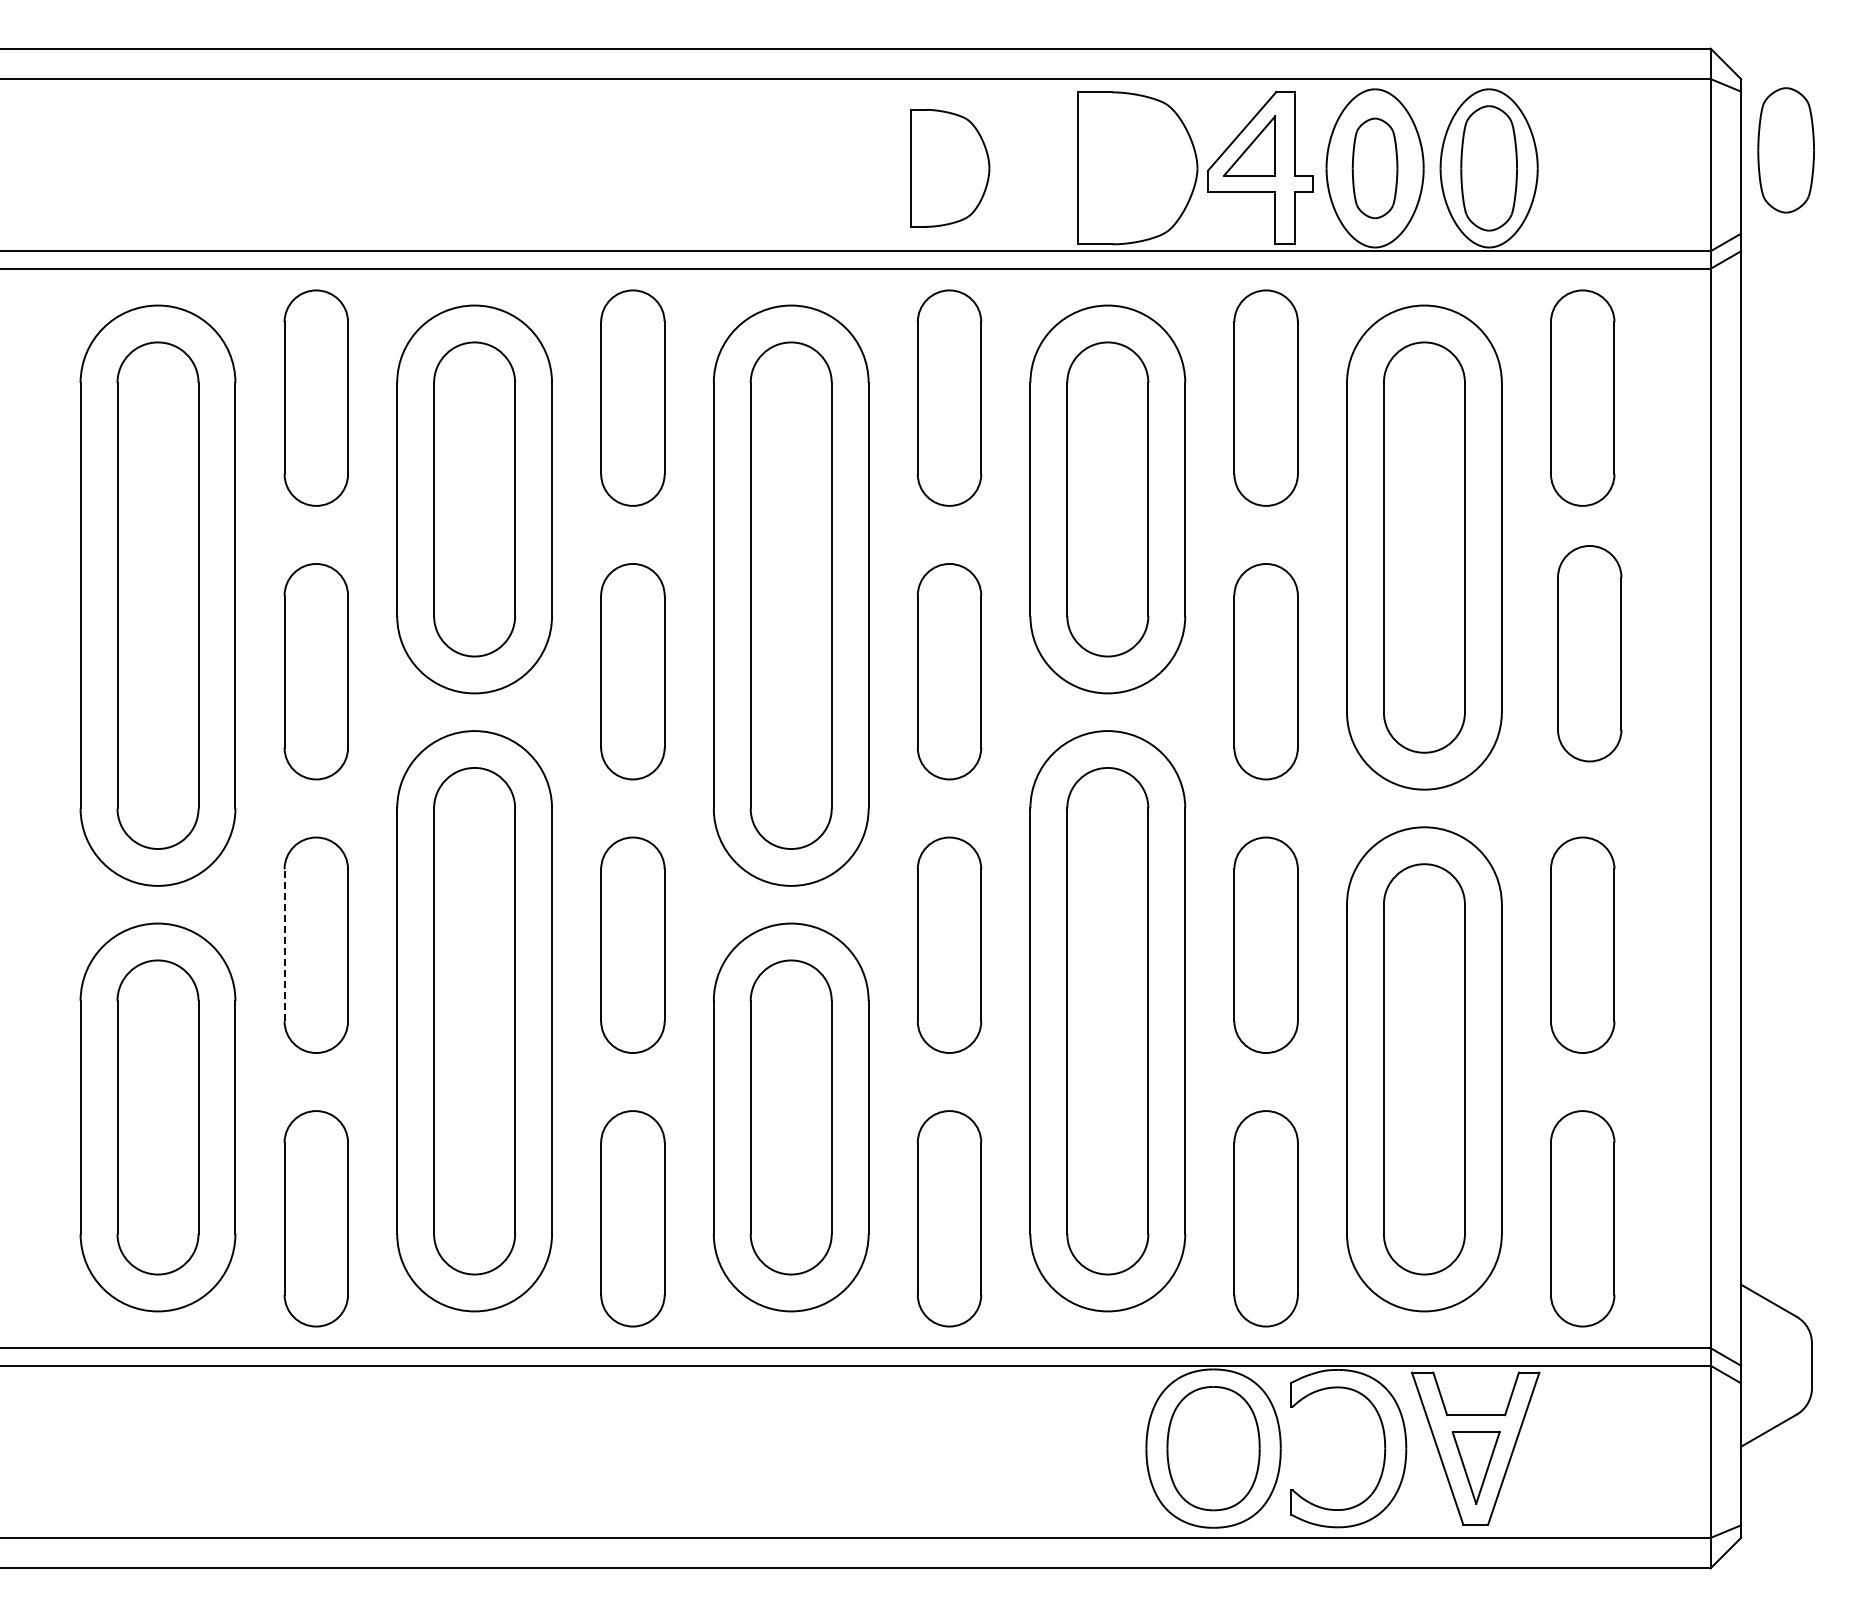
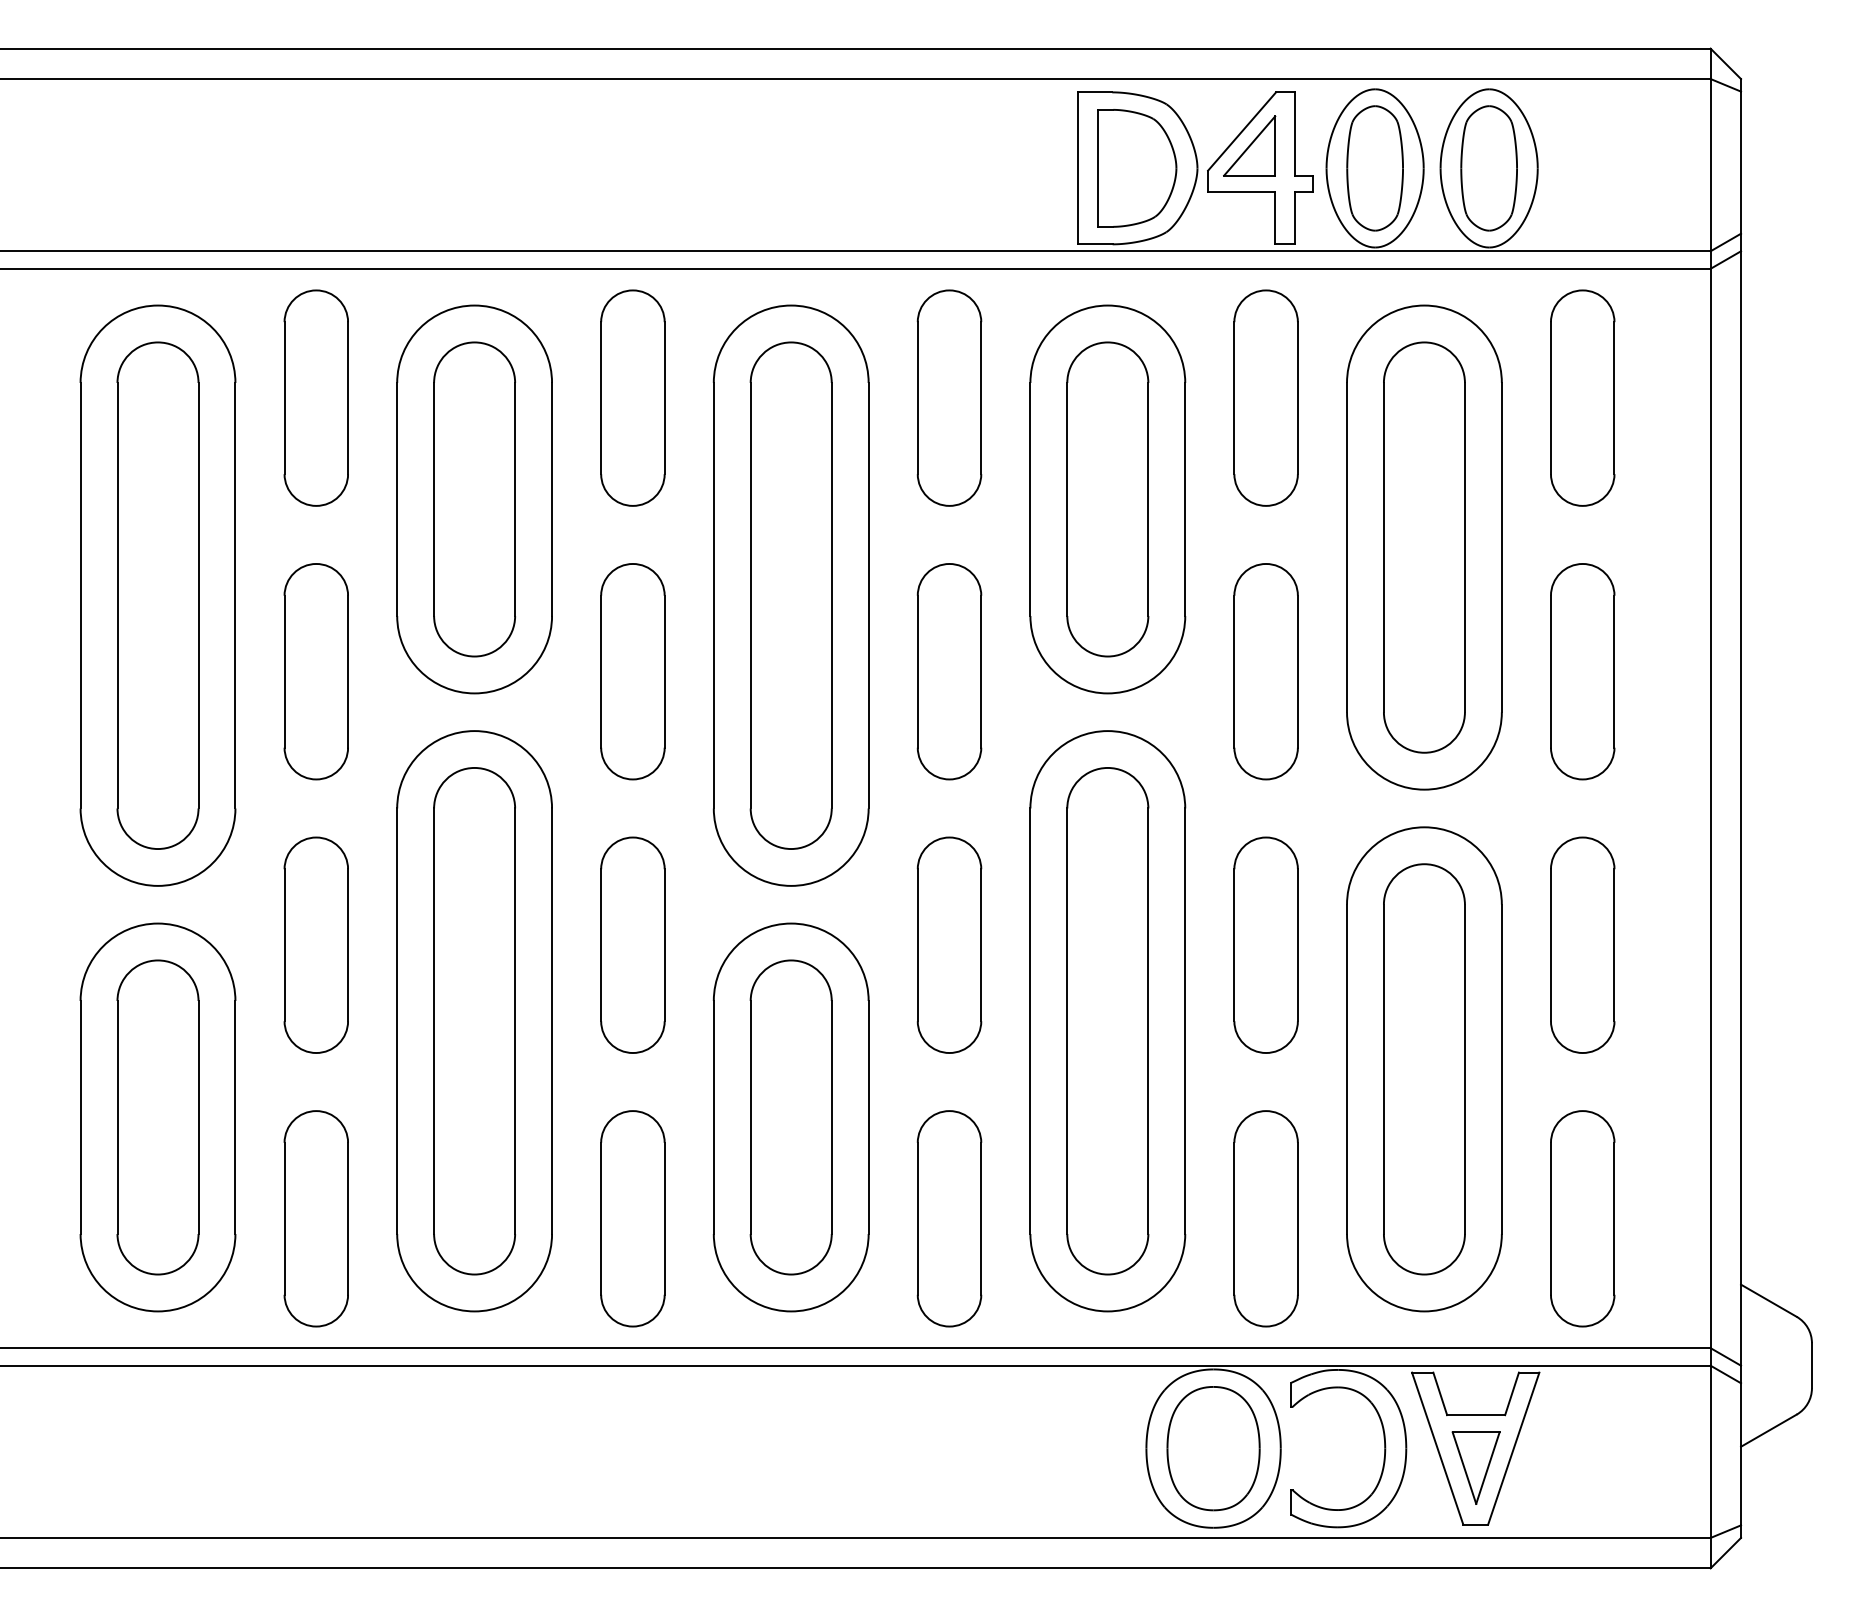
part at (1785, 150): present -> none
part at (950, 168) position: (950, 168) -> (1137, 168)
part at (1374, 168) size: 48x103 px -> 58x127 px
part at (1589, 653) position: (1589, 653) -> (1582, 671)
line at (284, 945): dashed -> solid
